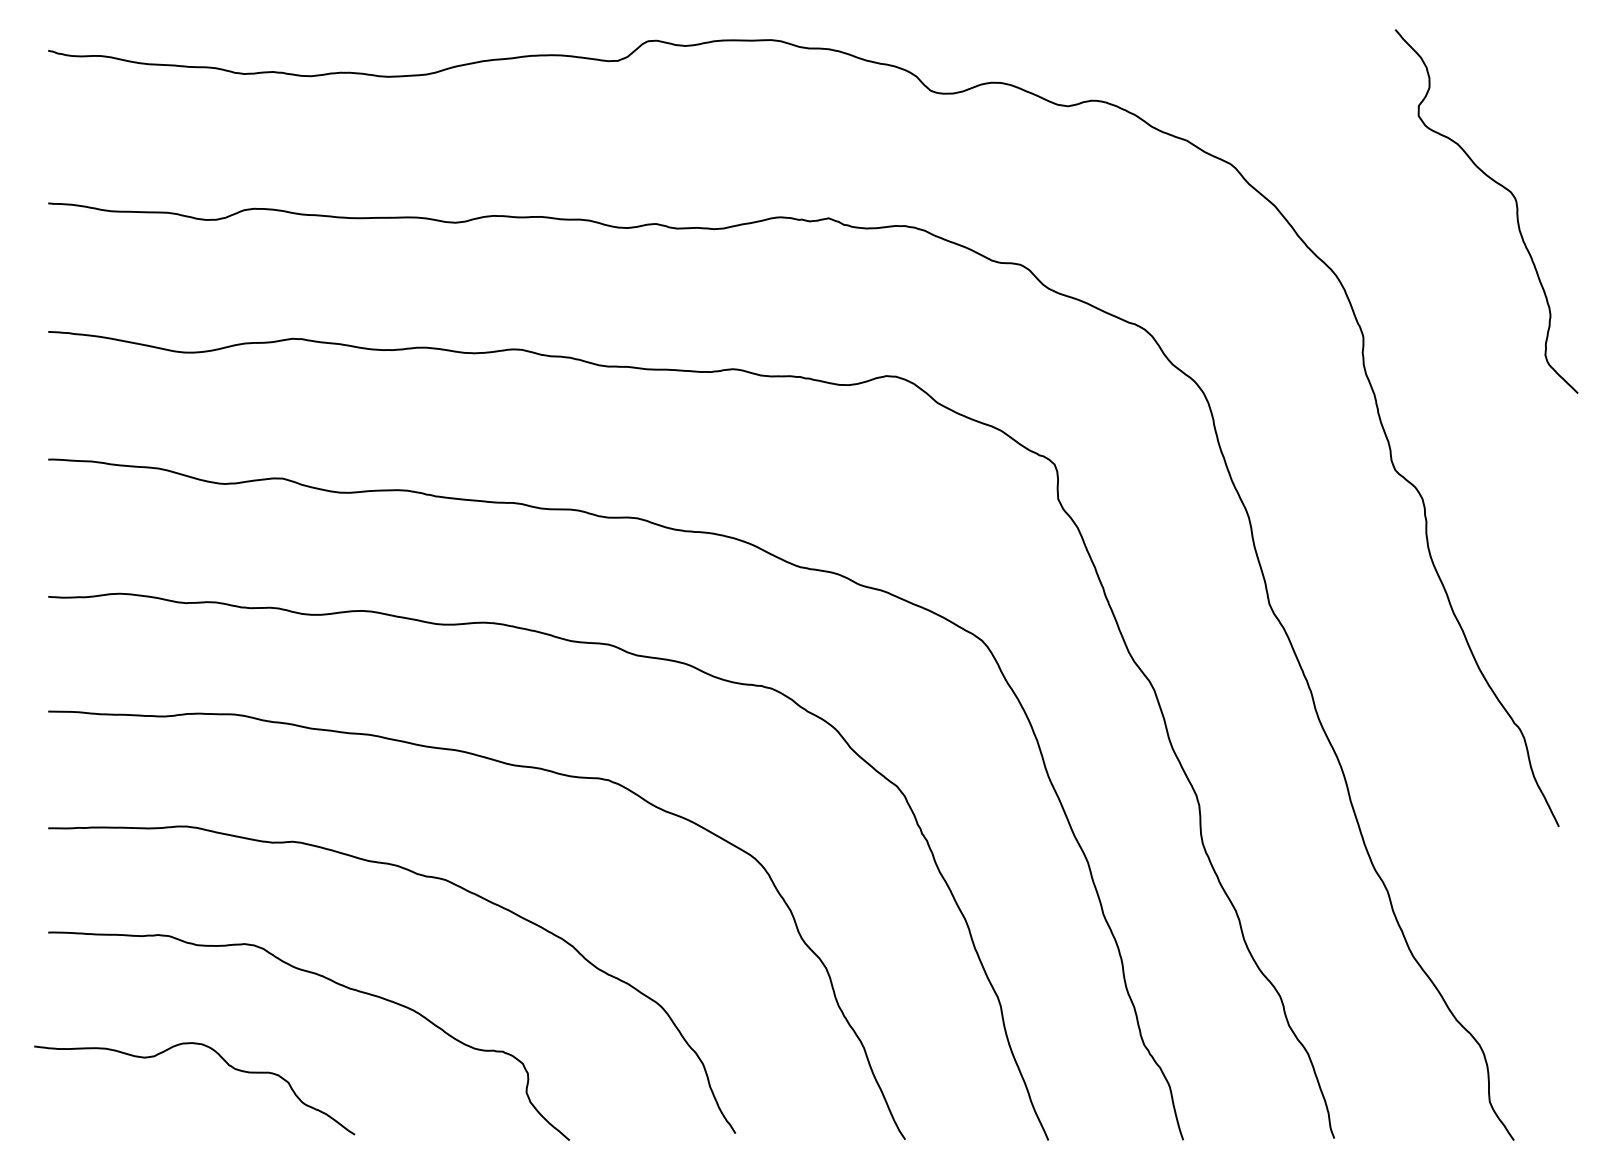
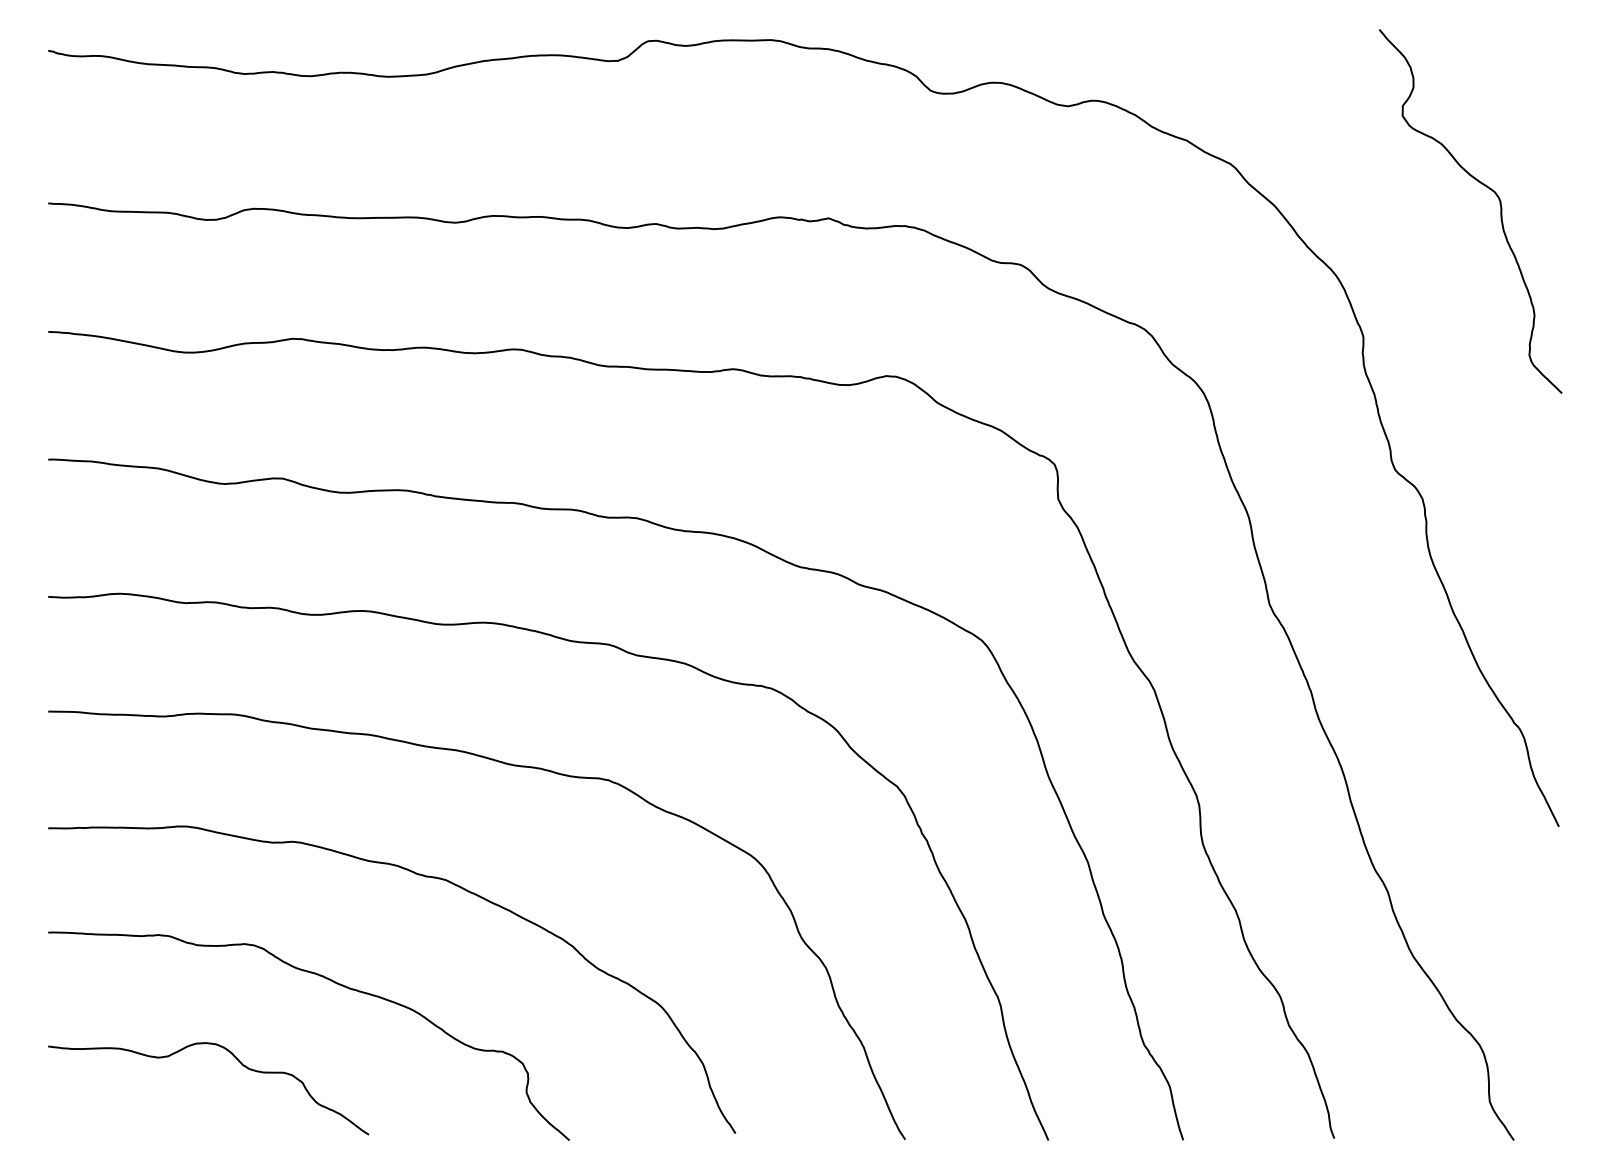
curve at (1502, 187) position: (1502, 187) -> (1486, 187)
curve at (222, 1059) position: (222, 1059) -> (236, 1059)
